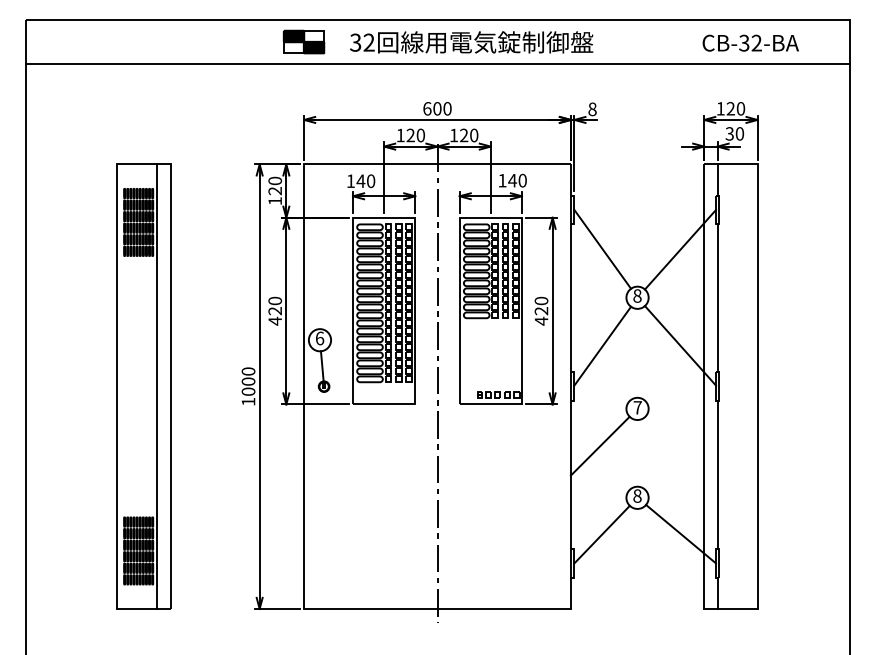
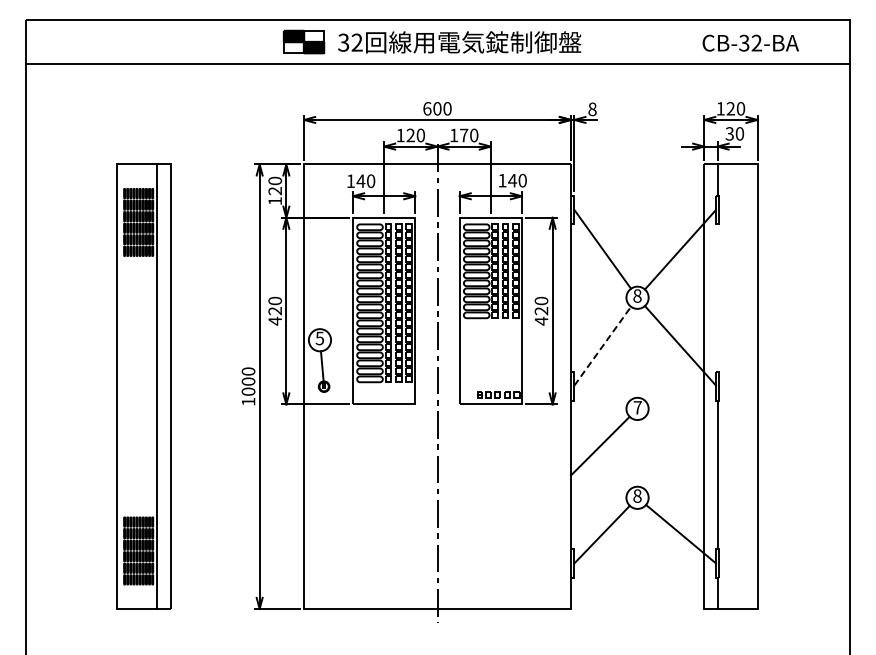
text at (471, 42) position: (471, 42) -> (459, 42)
text at (464, 135): 120 -> 170
line at (717, 298): present -> none
text at (319, 338): 6 -> 5
line at (602, 346): solid -> dashed
